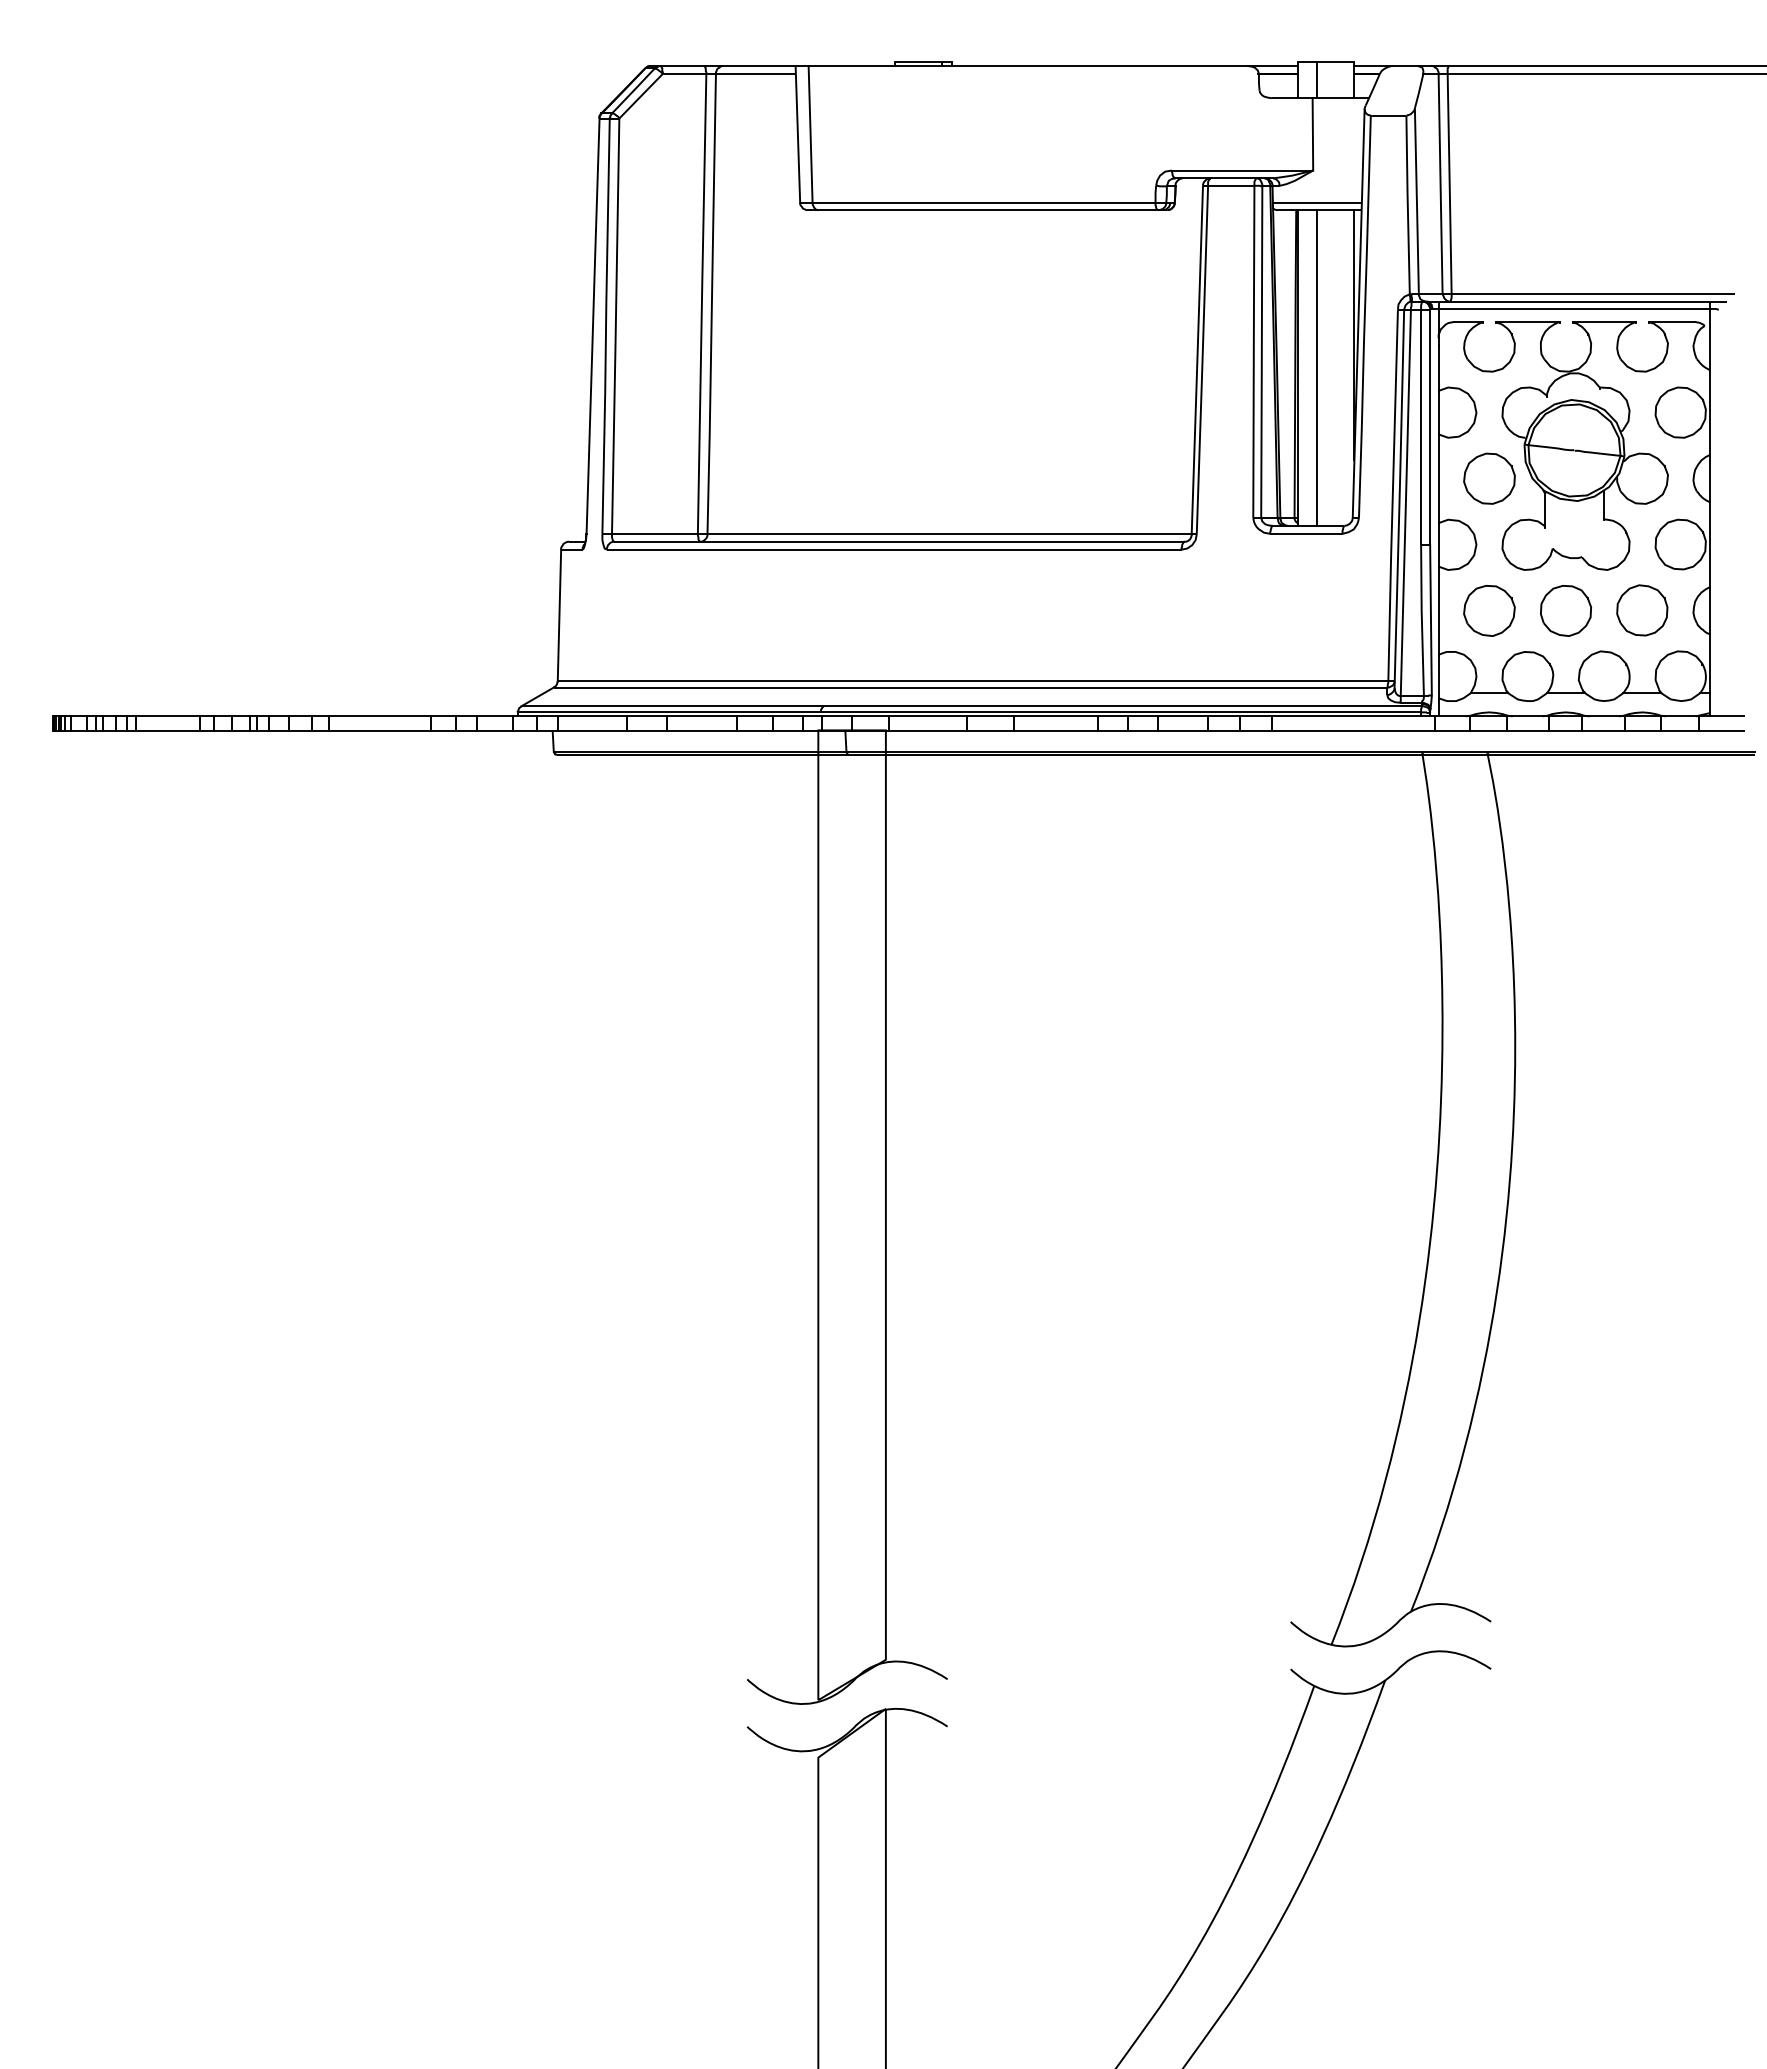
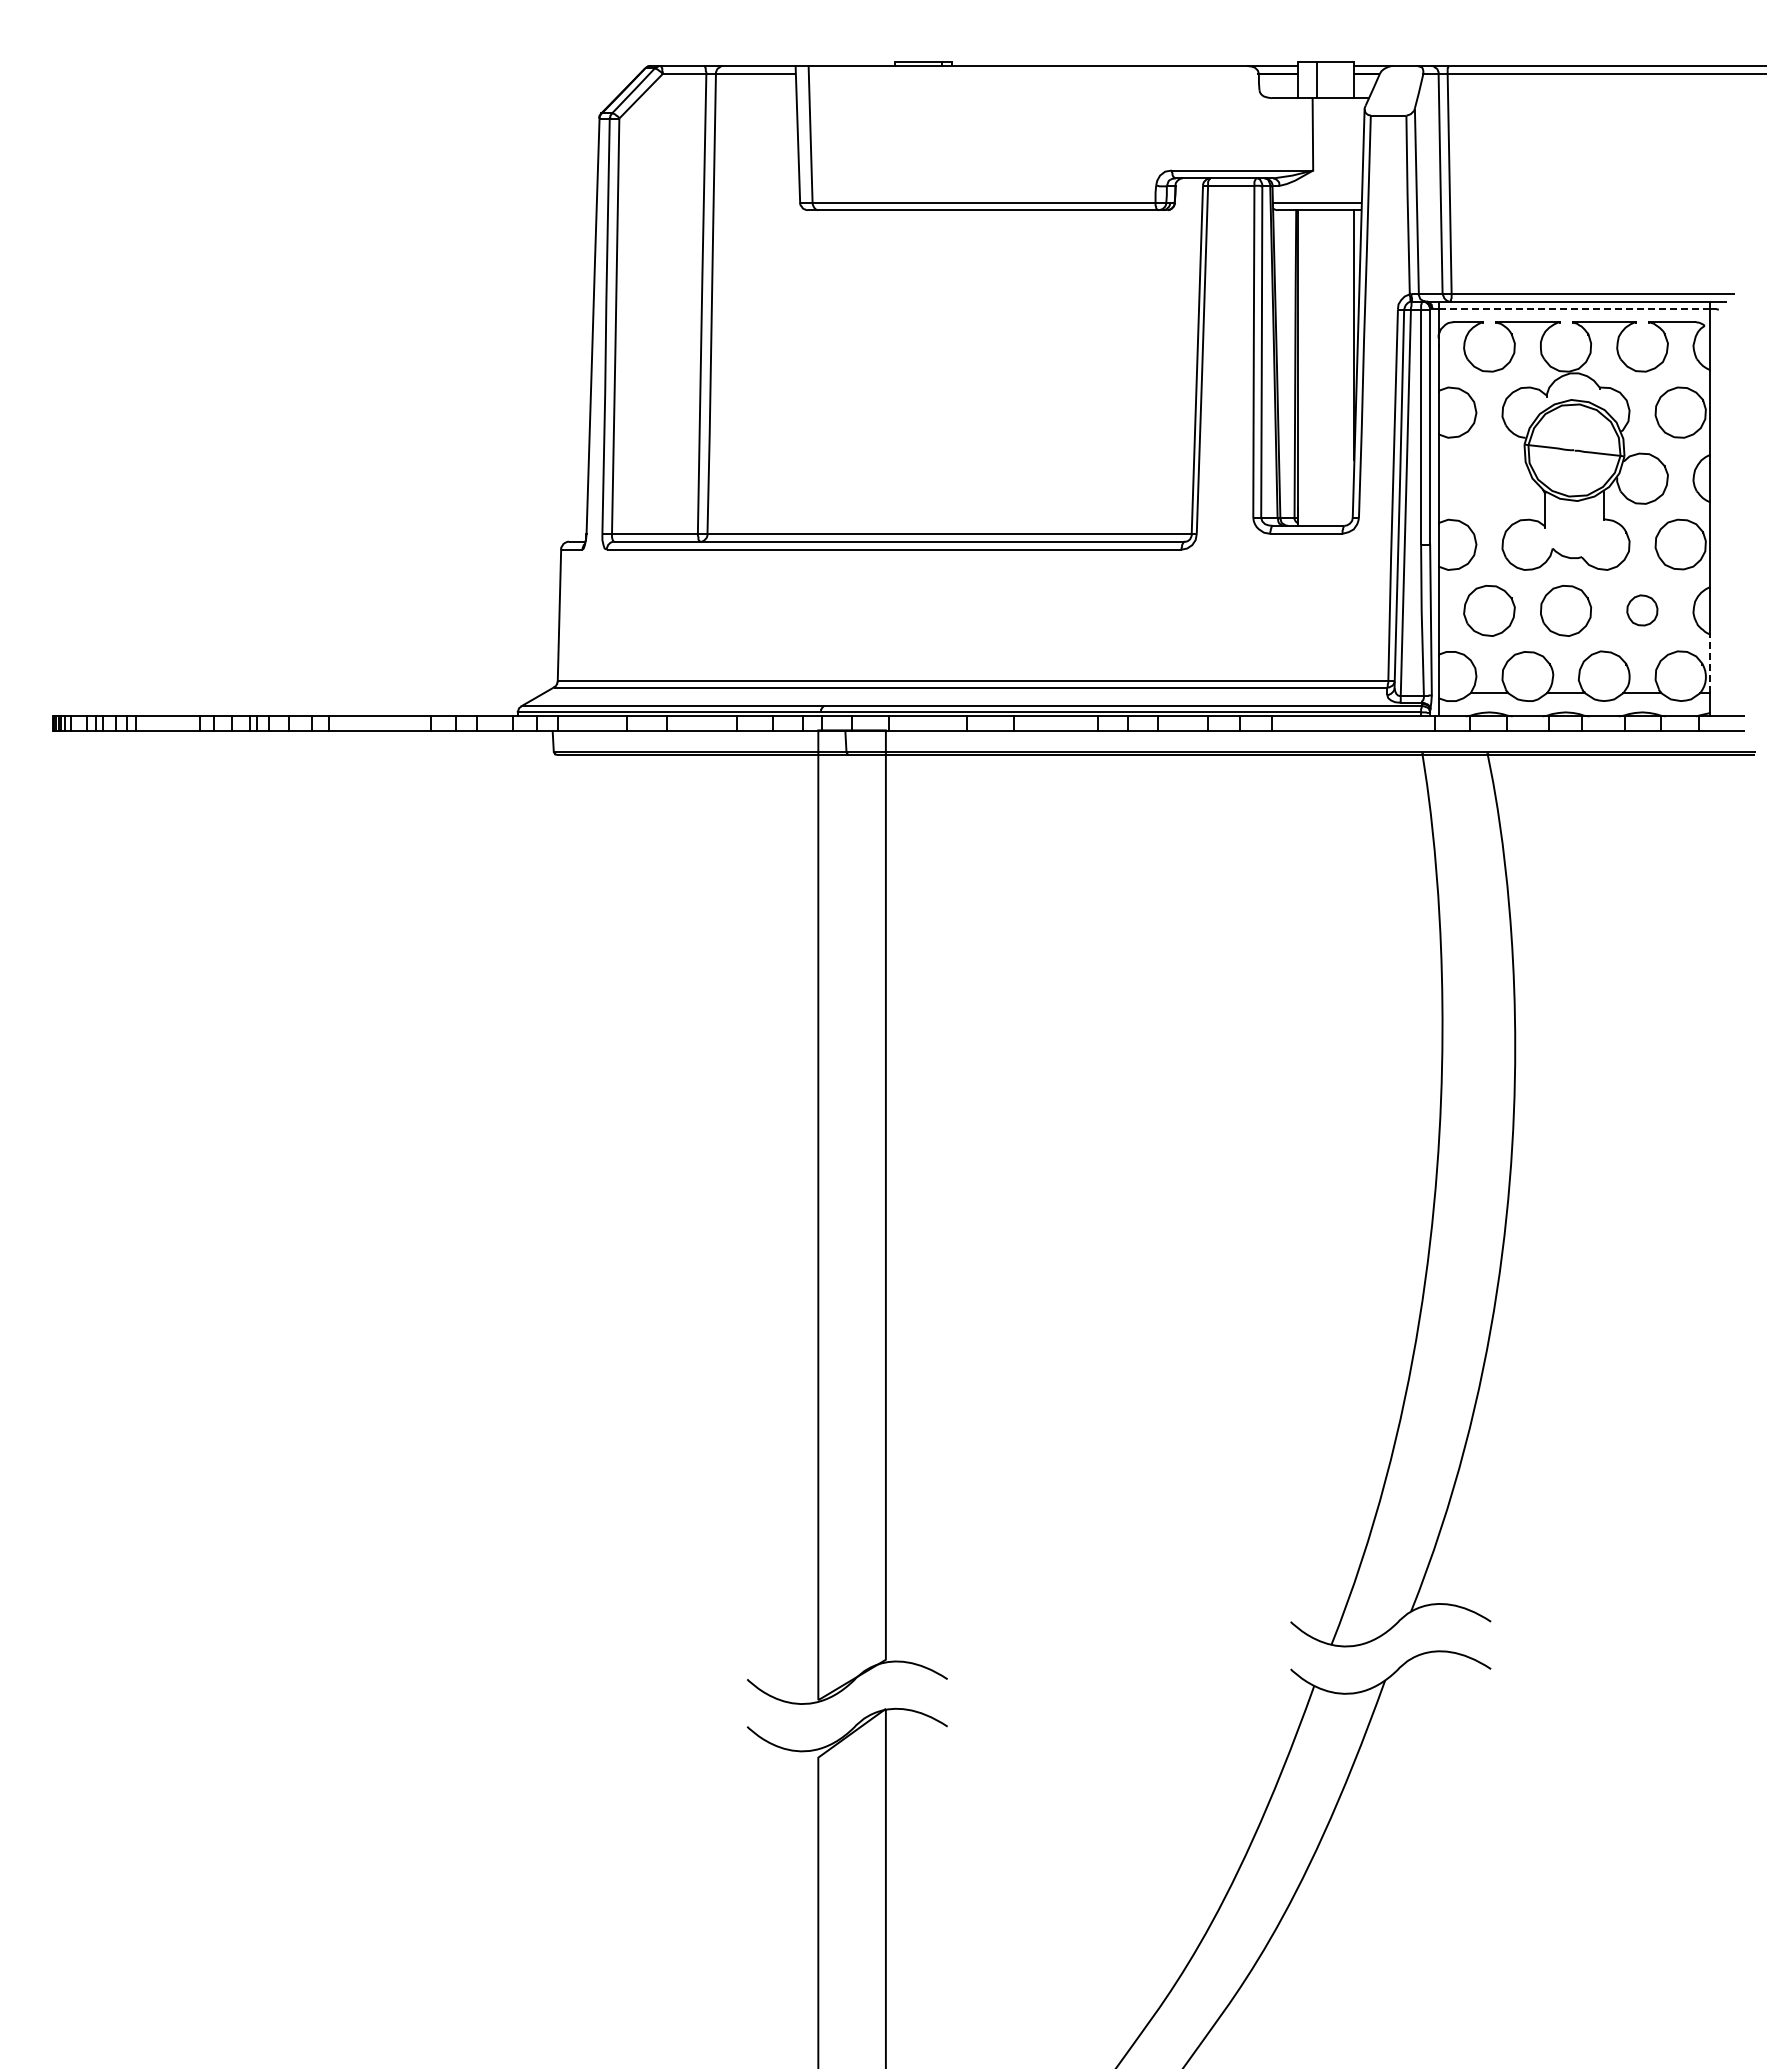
line at (1574, 308): solid -> dashed
line at (1317, 367): present -> none
part at (1489, 478): present -> none
part at (1642, 610) size: 53x53 px -> 33x33 px
line at (1710, 663): solid -> dashed
